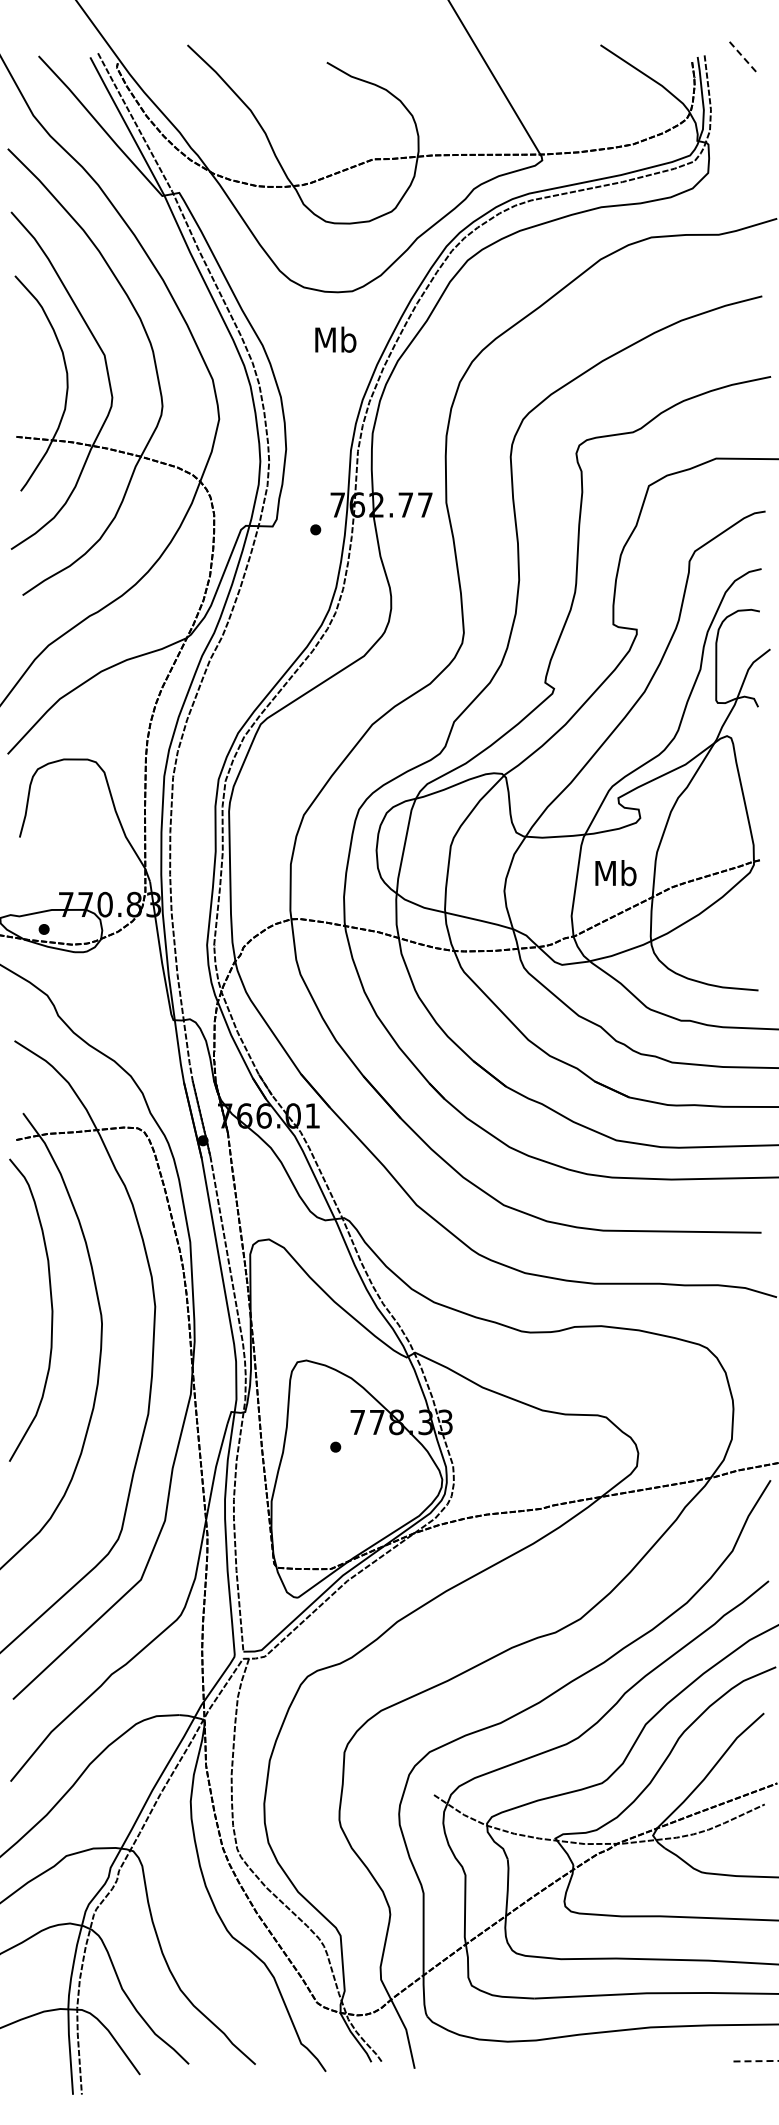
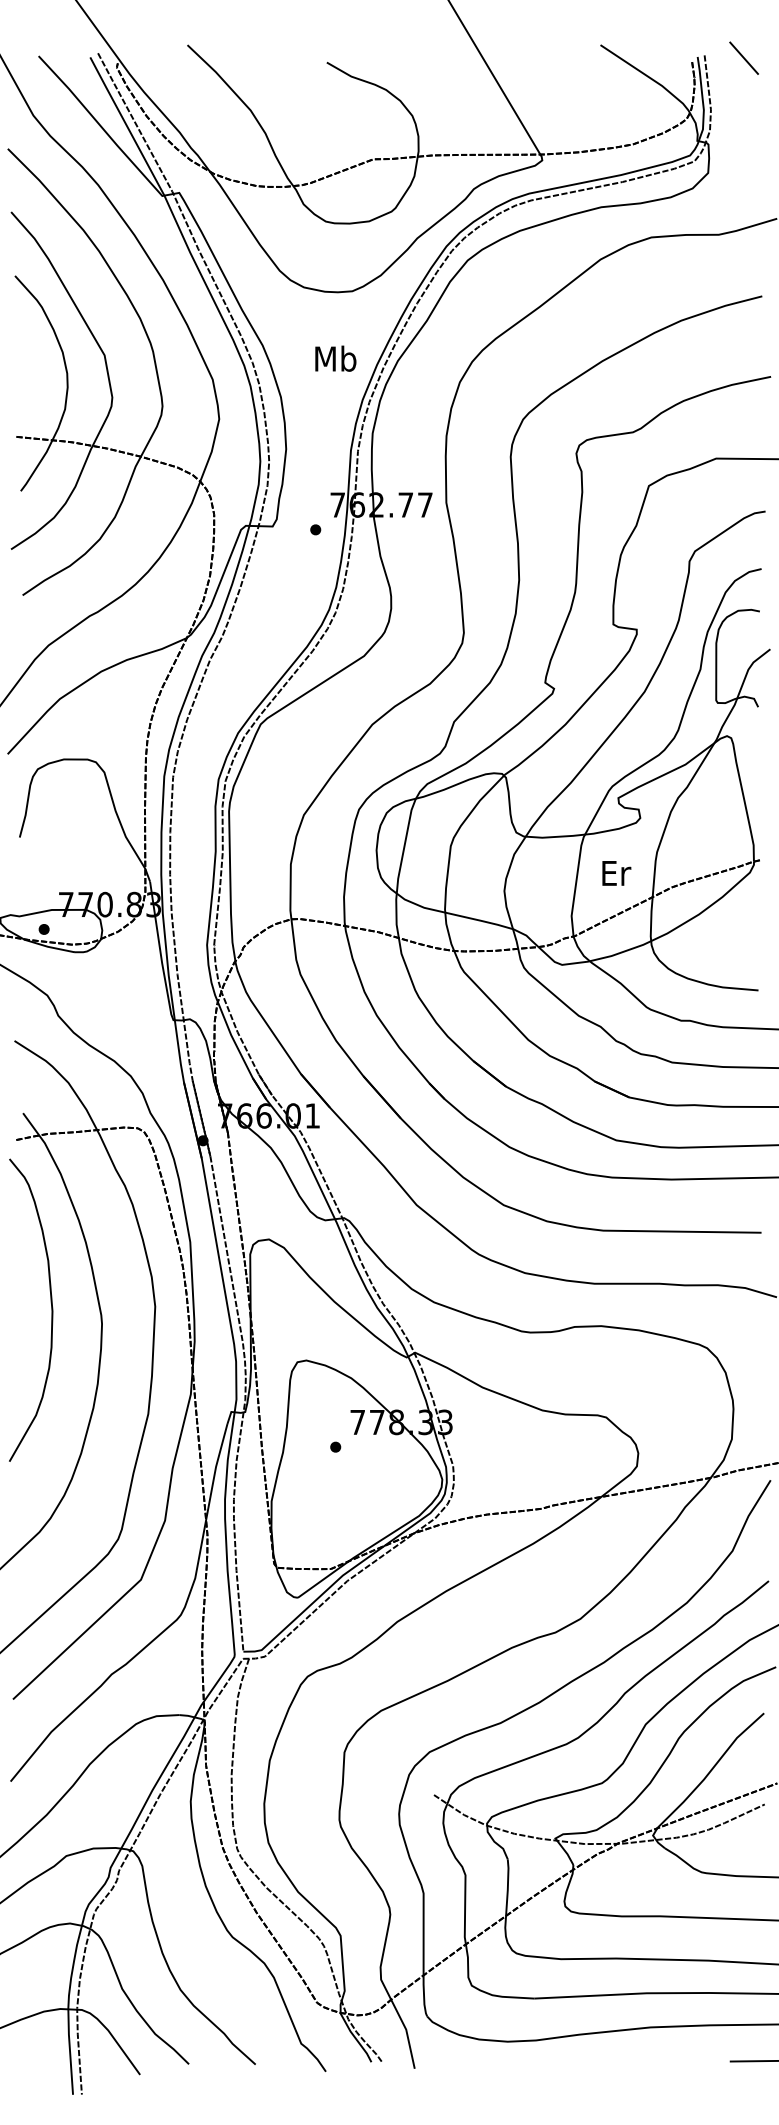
line at (744, 58): dashed -> solid
text at (335, 339) position: (335, 339) -> (335, 358)
text at (615, 873): Mb -> Er
line at (753, 2061): dashed -> solid
